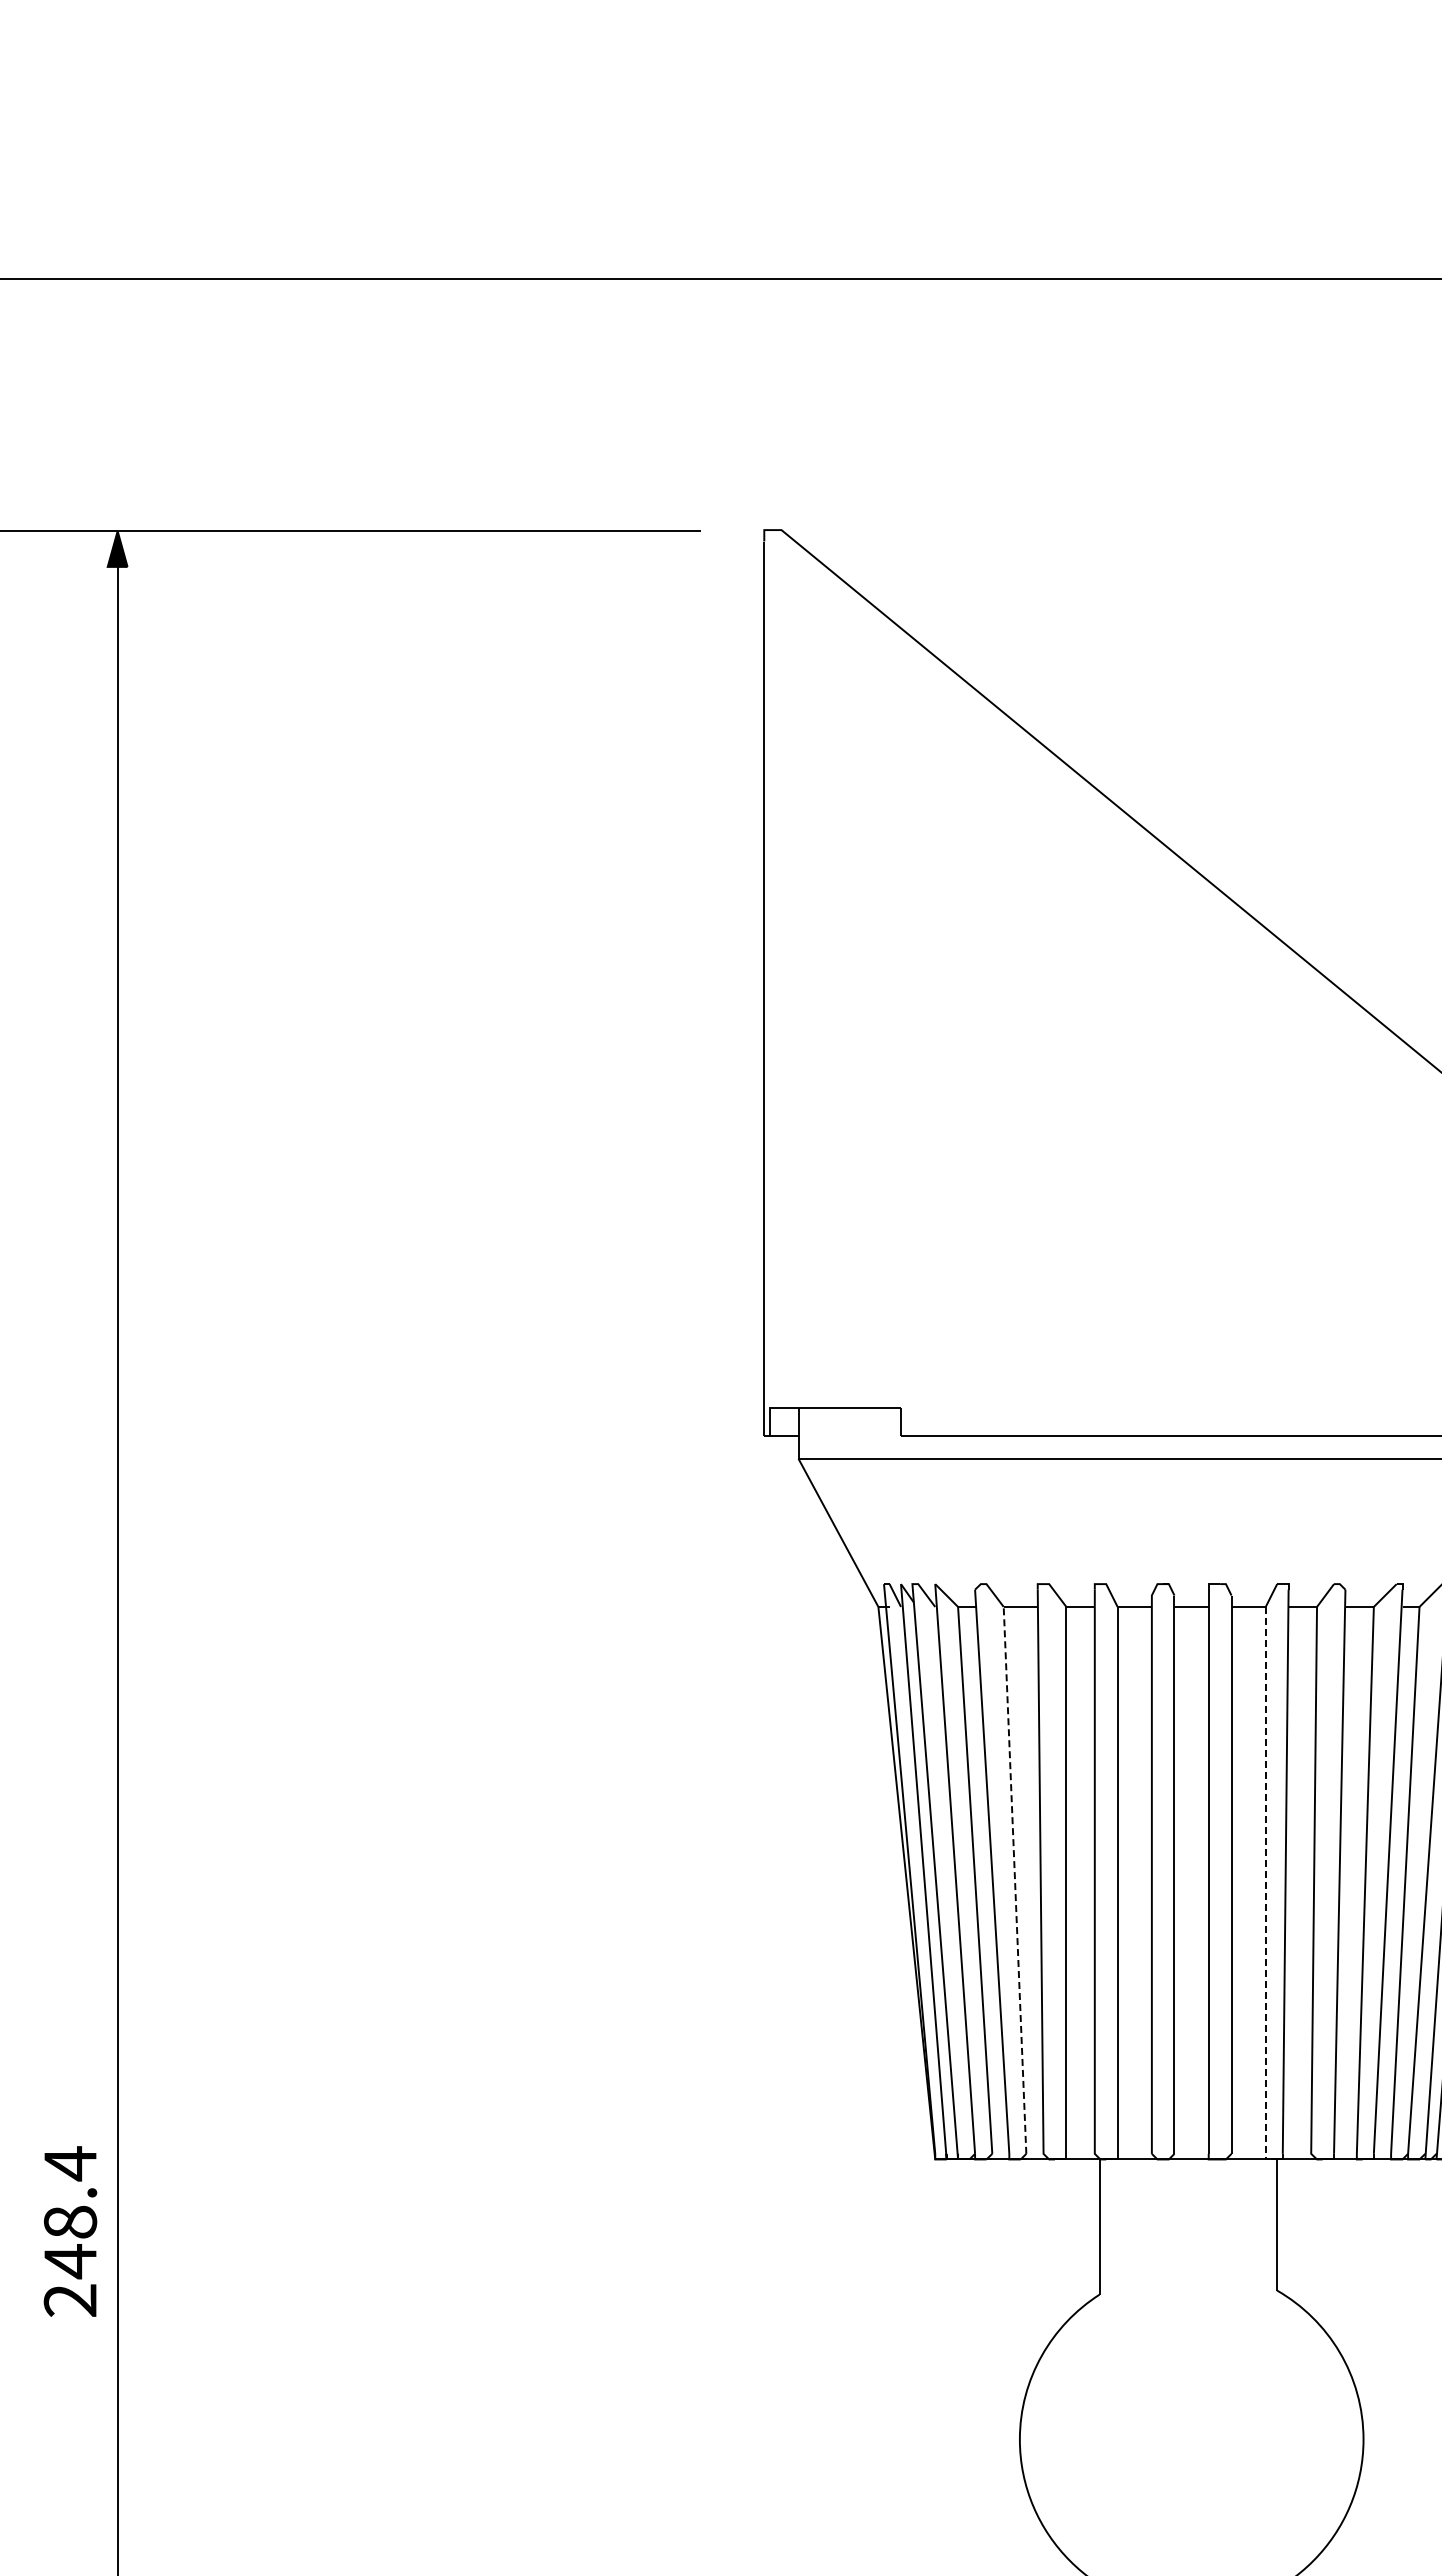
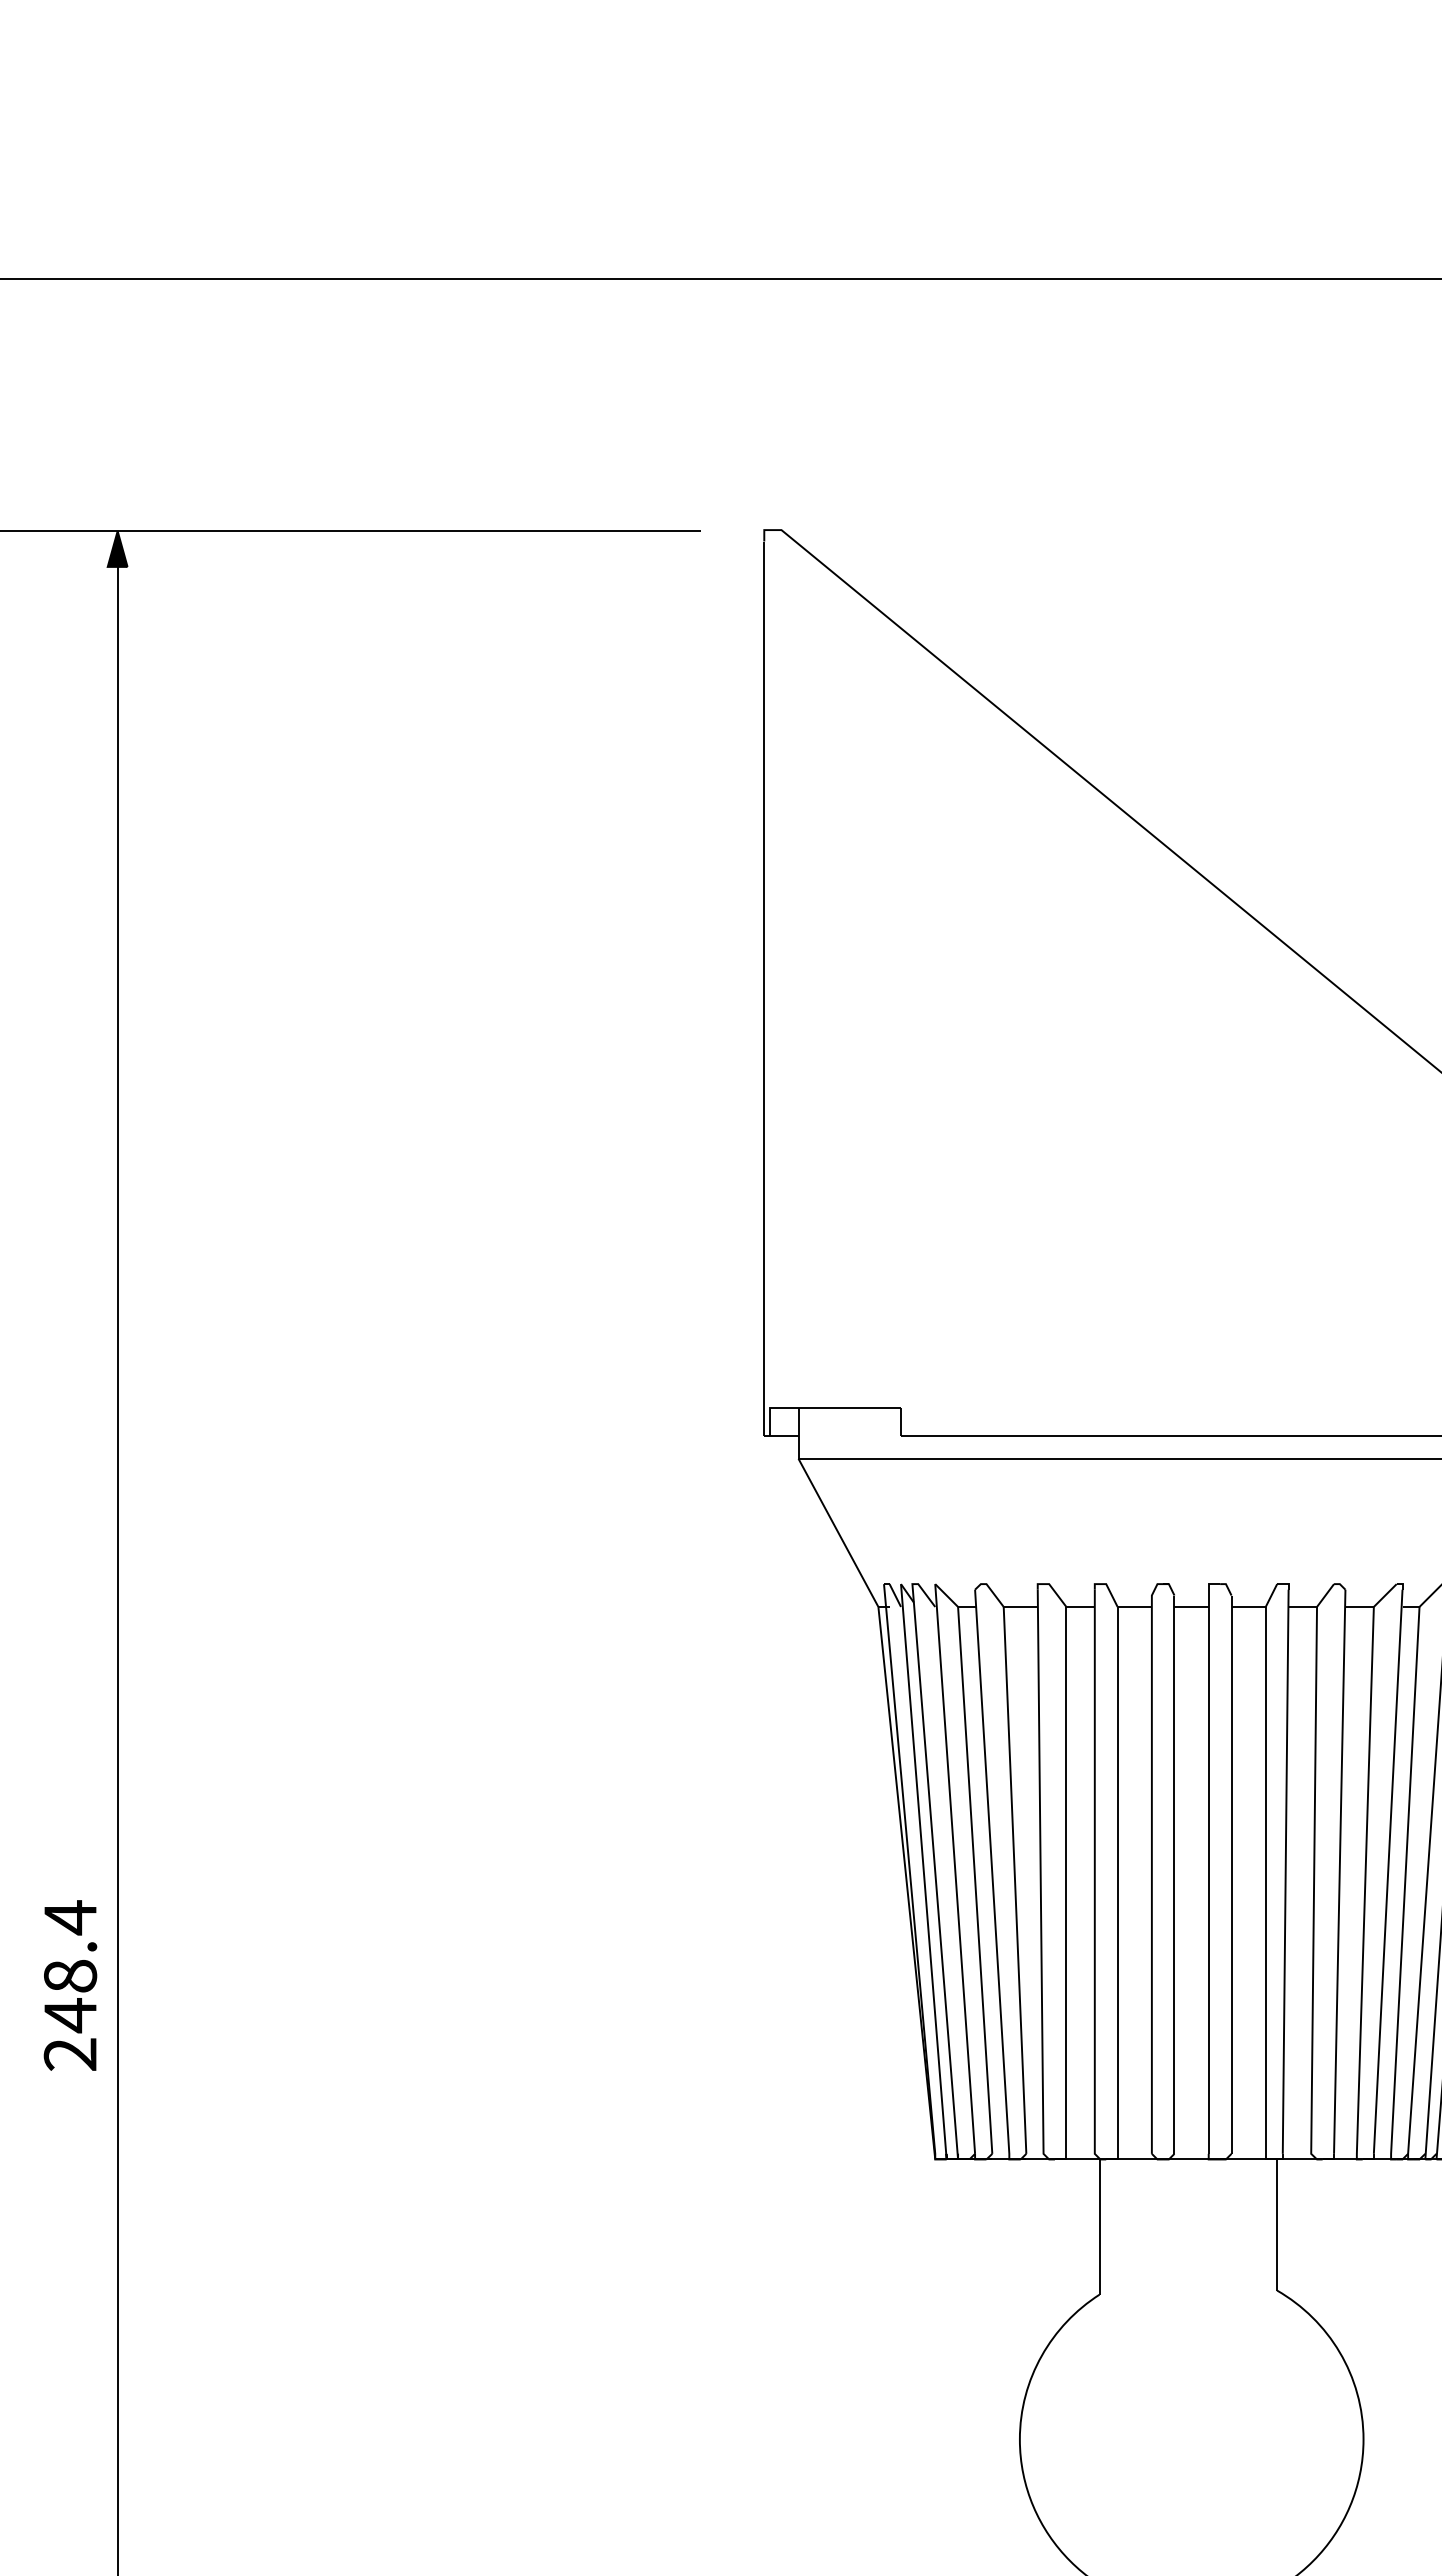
line at (1015, 1880): dashed -> solid
line at (1265, 1887): dashed -> solid
part at (70, 2231) position: (70, 2231) -> (70, 1985)
